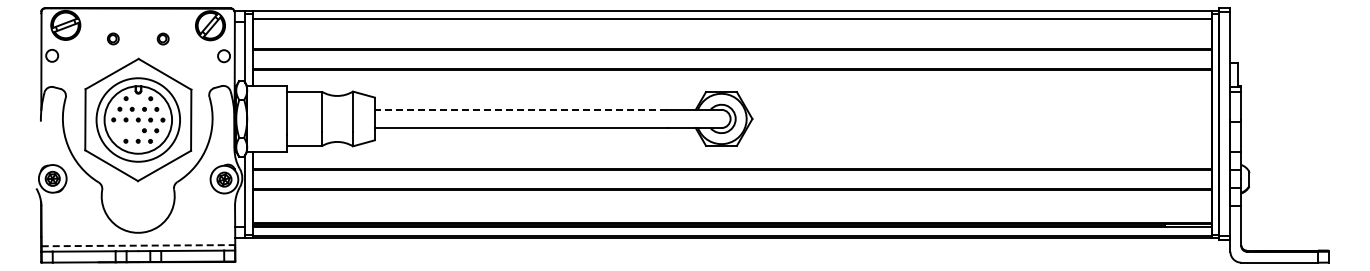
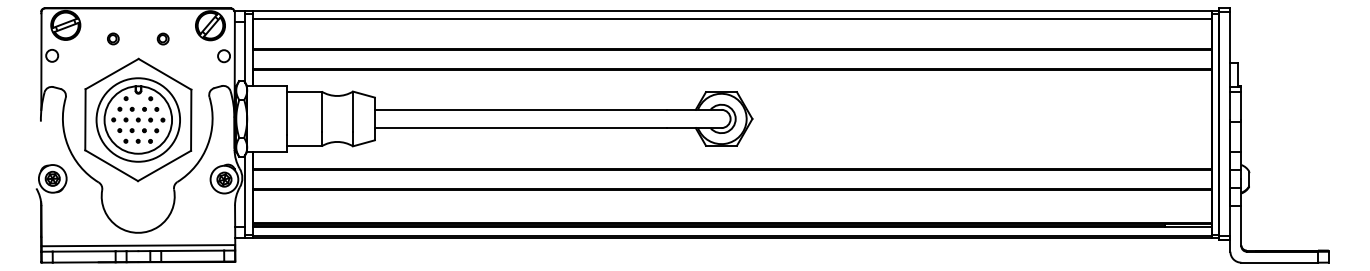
line at (520, 109): dashed -> solid
part at (125, 130): none -> present
line at (138, 245): dashed -> solid
